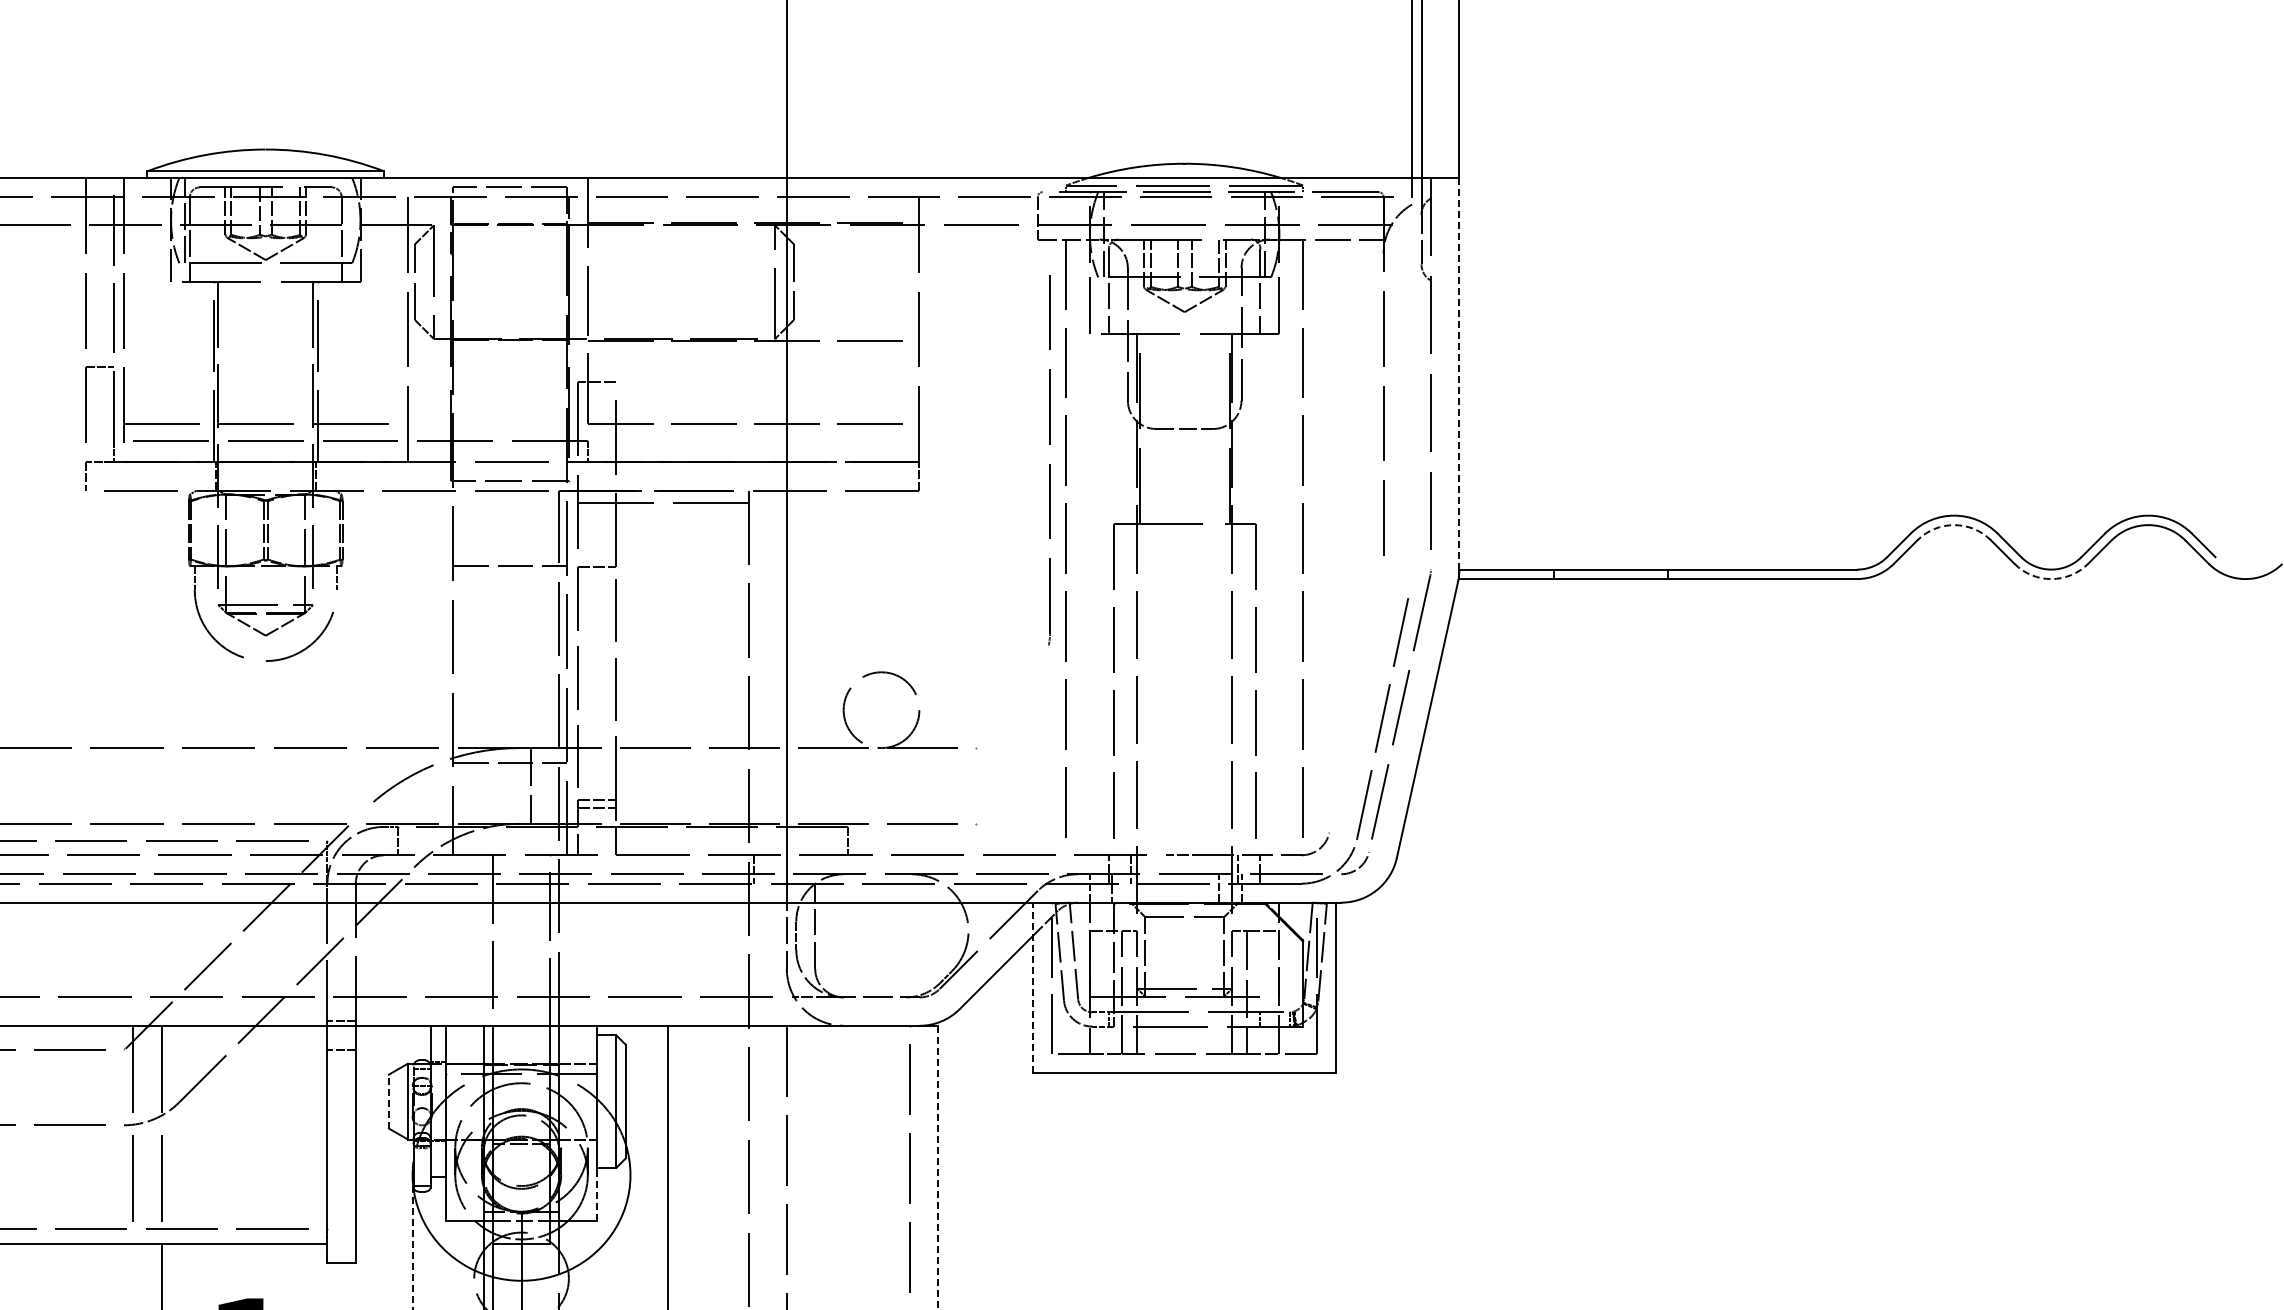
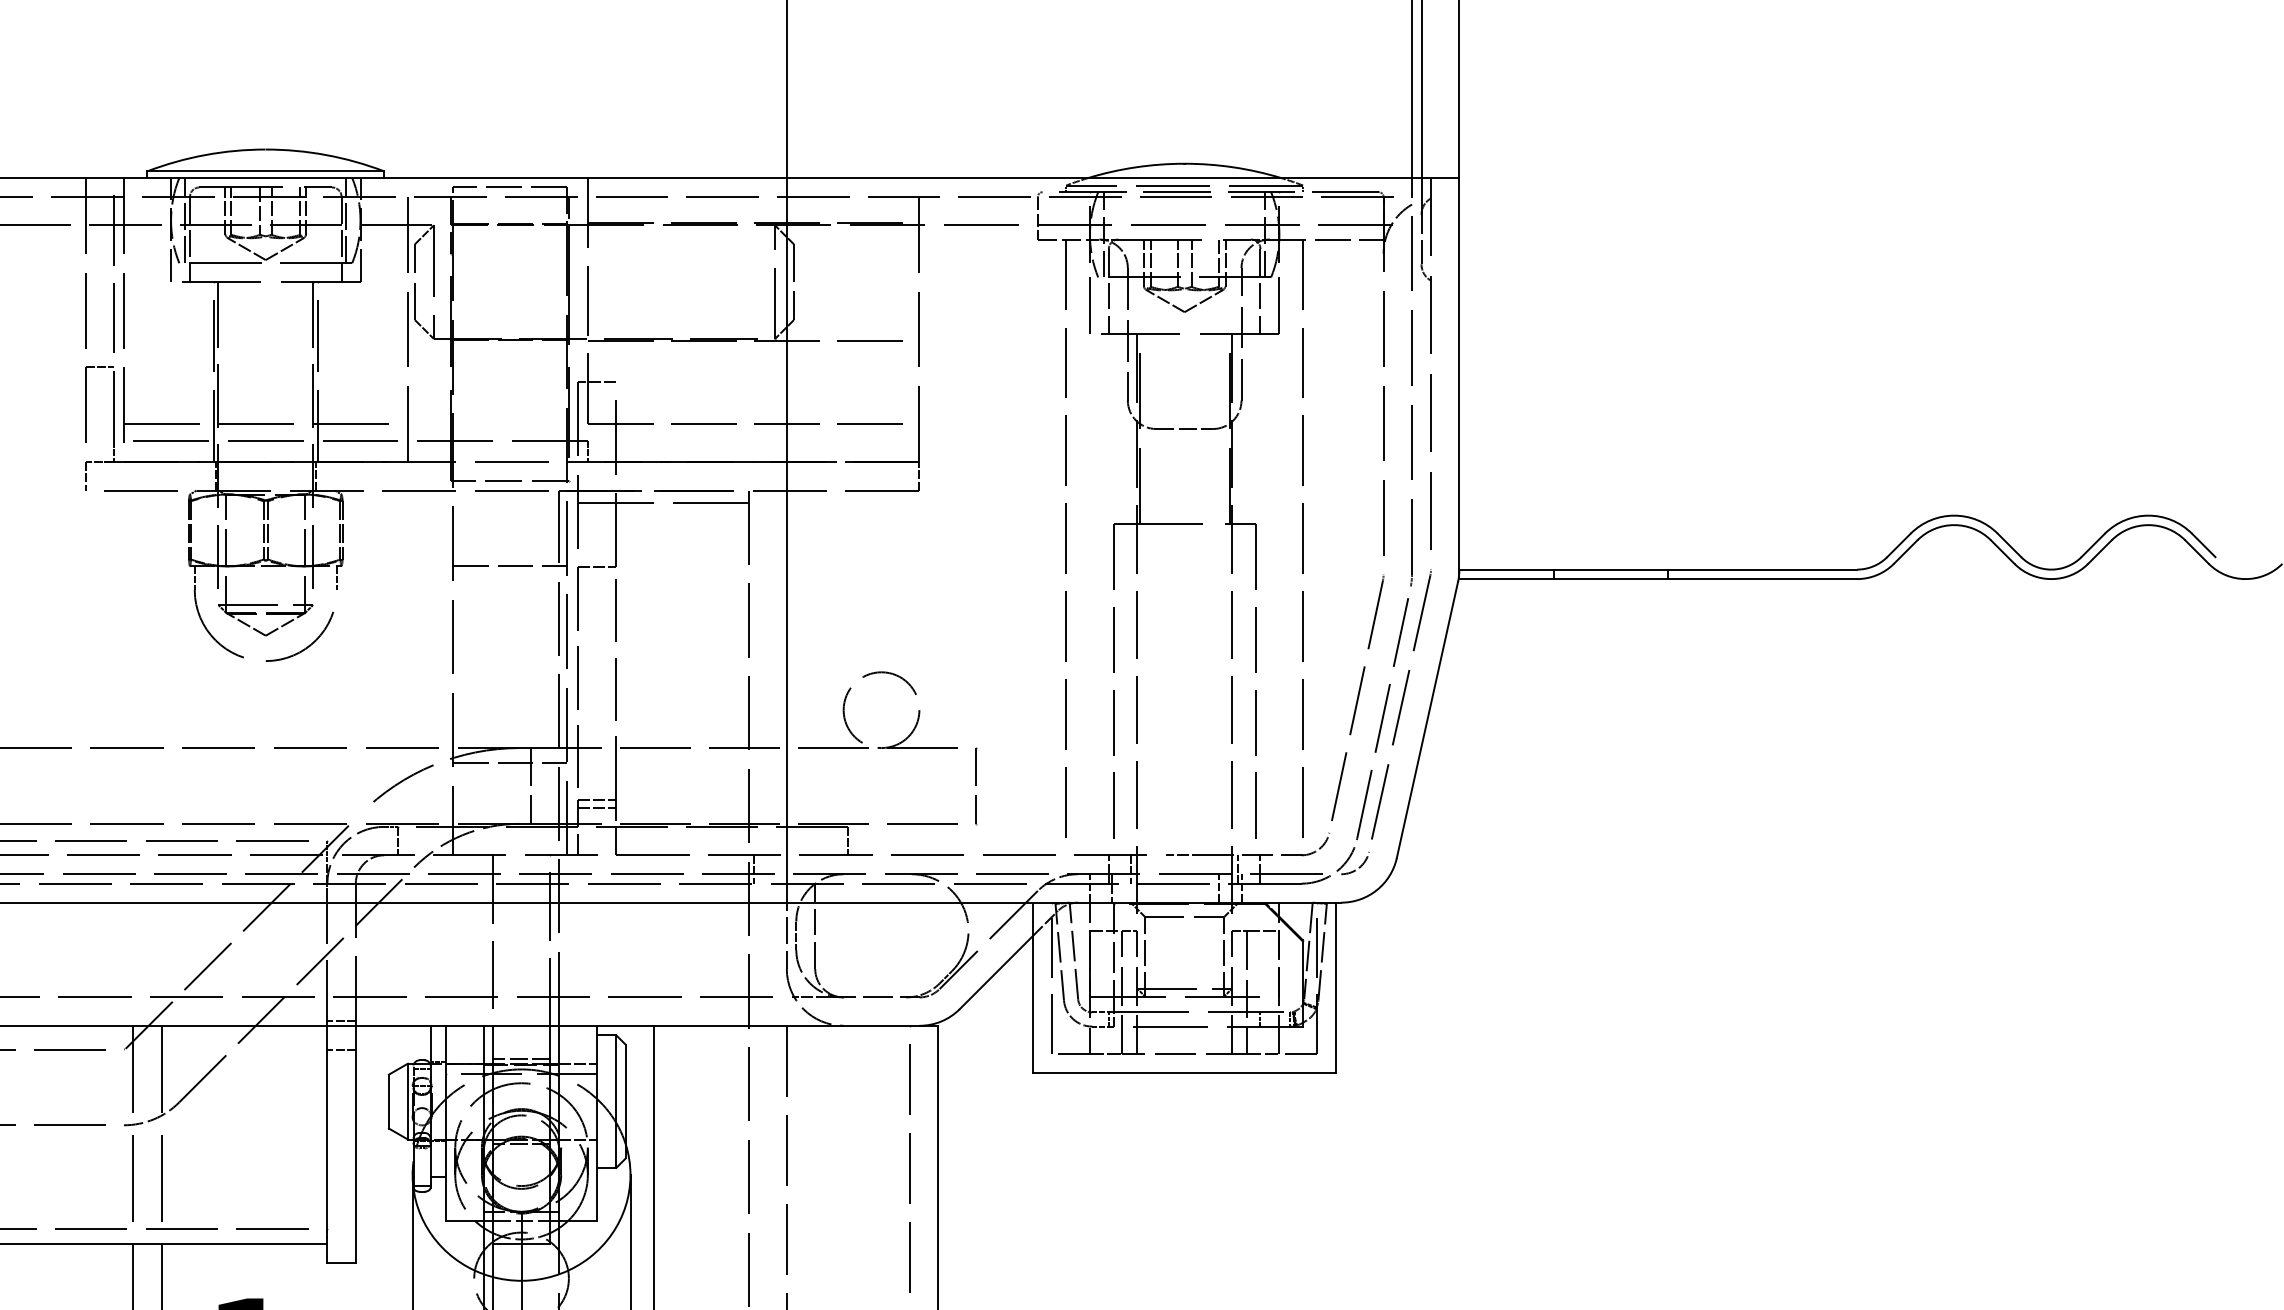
line at (346, 220): none -> present
line at (1459, 373): dashed -> solid
part at (1049, 460) position: (1049, 460) -> (1411, 401)
arc at (1954, 525): dashed -> solid
arc at (2051, 579): dashed -> solid
line at (1357, 697): none -> present
line at (976, 785): none -> present
line at (1033, 987): dashed -> solid
line at (521, 1058): none -> present
line at (388, 1101): dashed -> solid
line at (668, 1165) position: (668, 1165) -> (654, 1165)
line at (938, 1167): dashed -> solid
line at (597, 1198): dashed -> solid
line at (630, 1240): none -> present
line at (412, 1243): dashed -> solid
line at (133, 1274): none -> present
